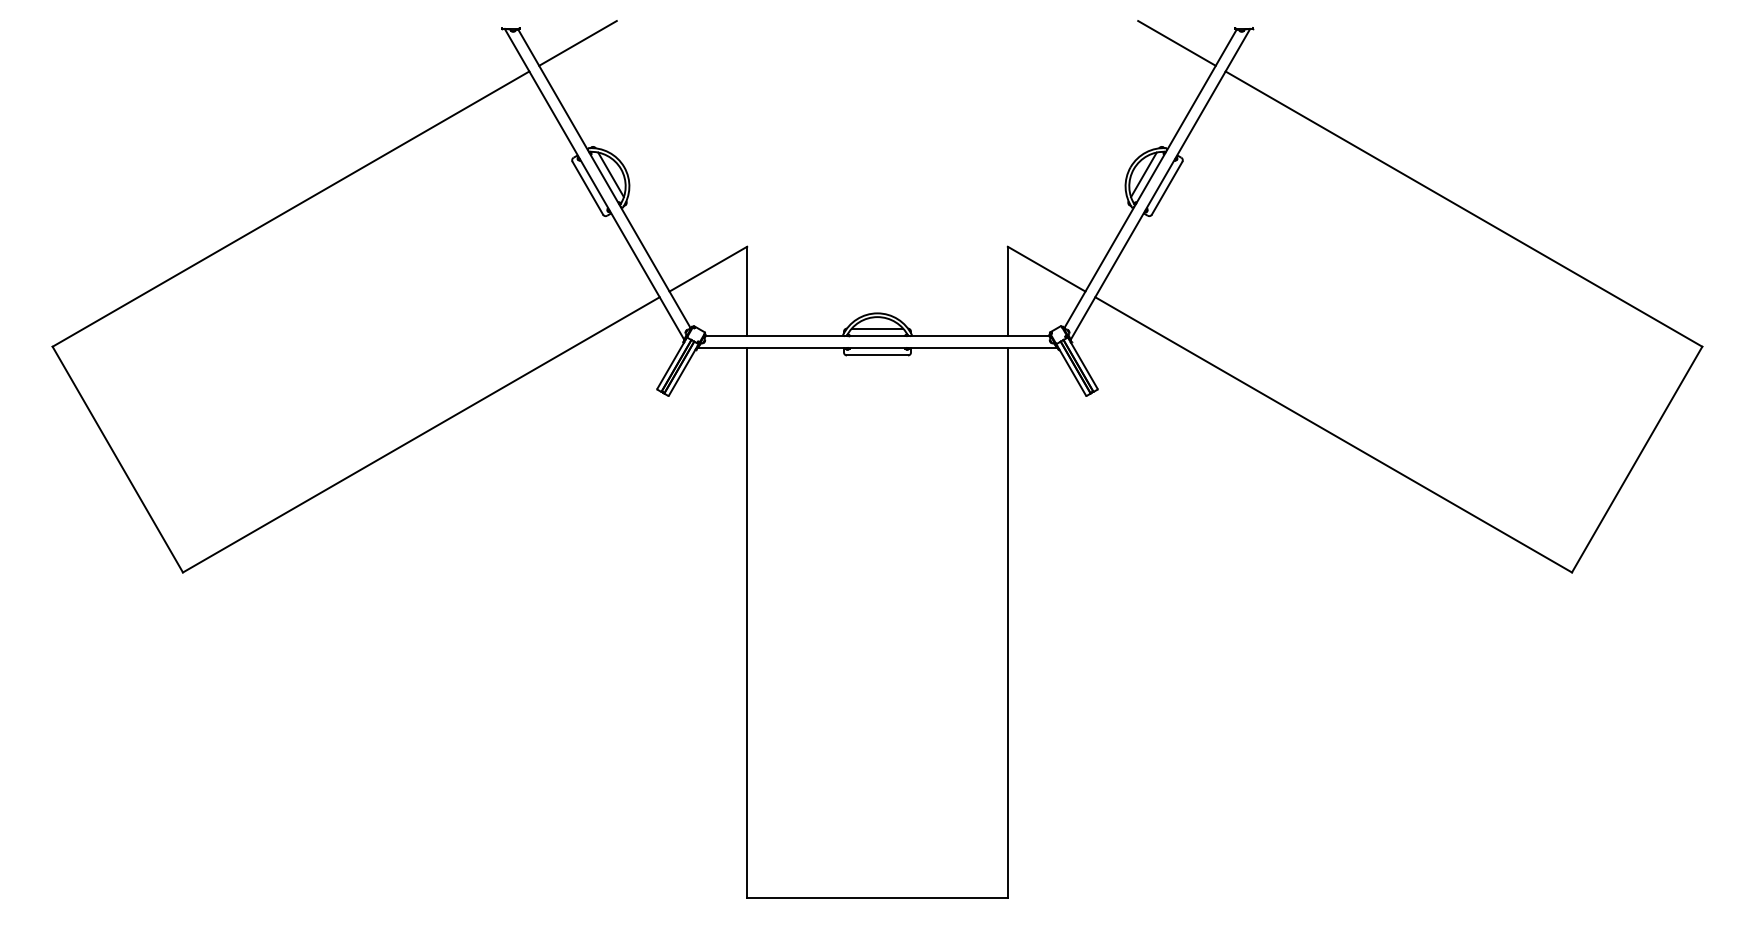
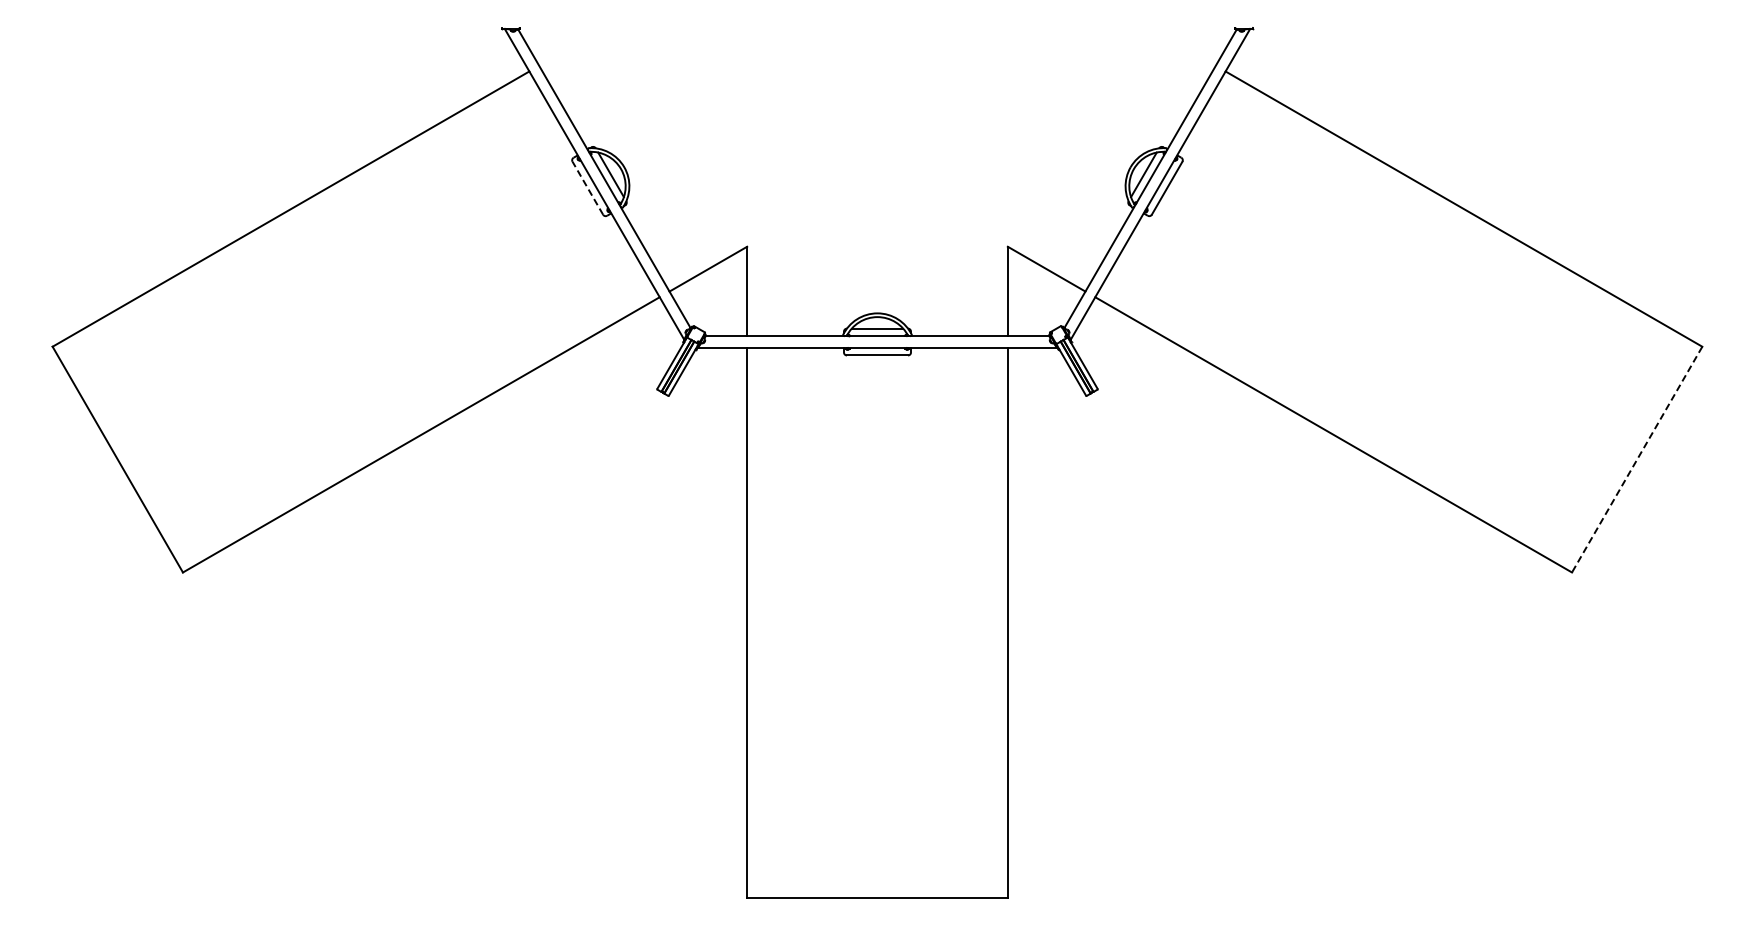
line at (577, 43): present -> none
line at (1176, 43): present -> none
line at (587, 188): solid -> dashed
line at (1636, 460): solid -> dashed
